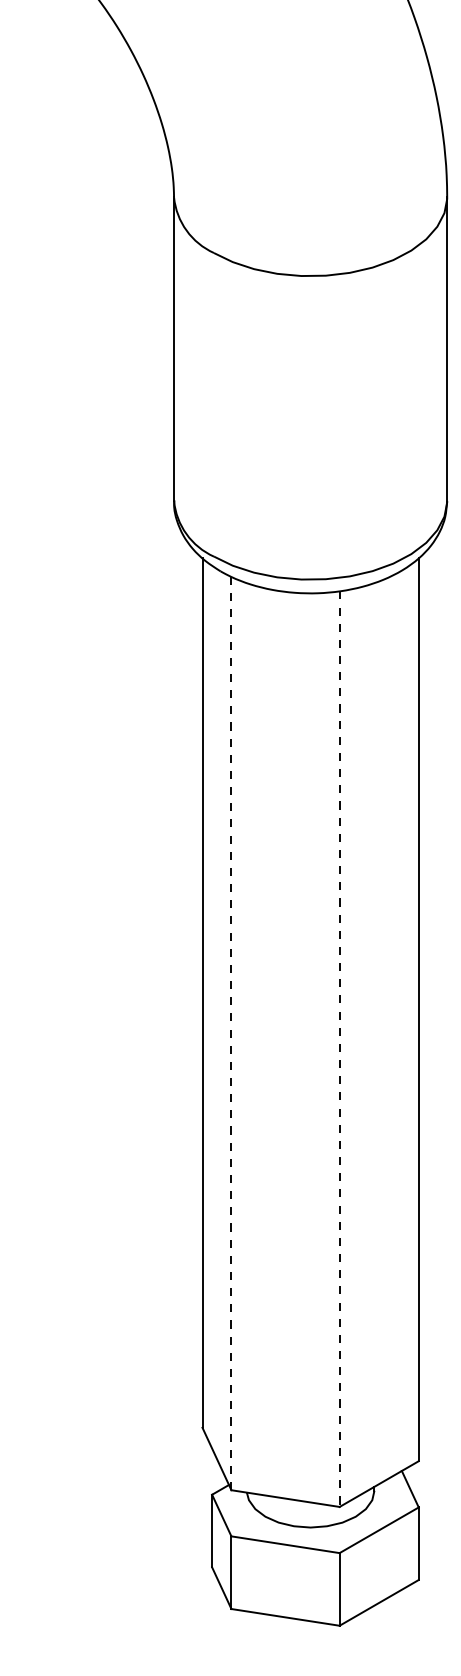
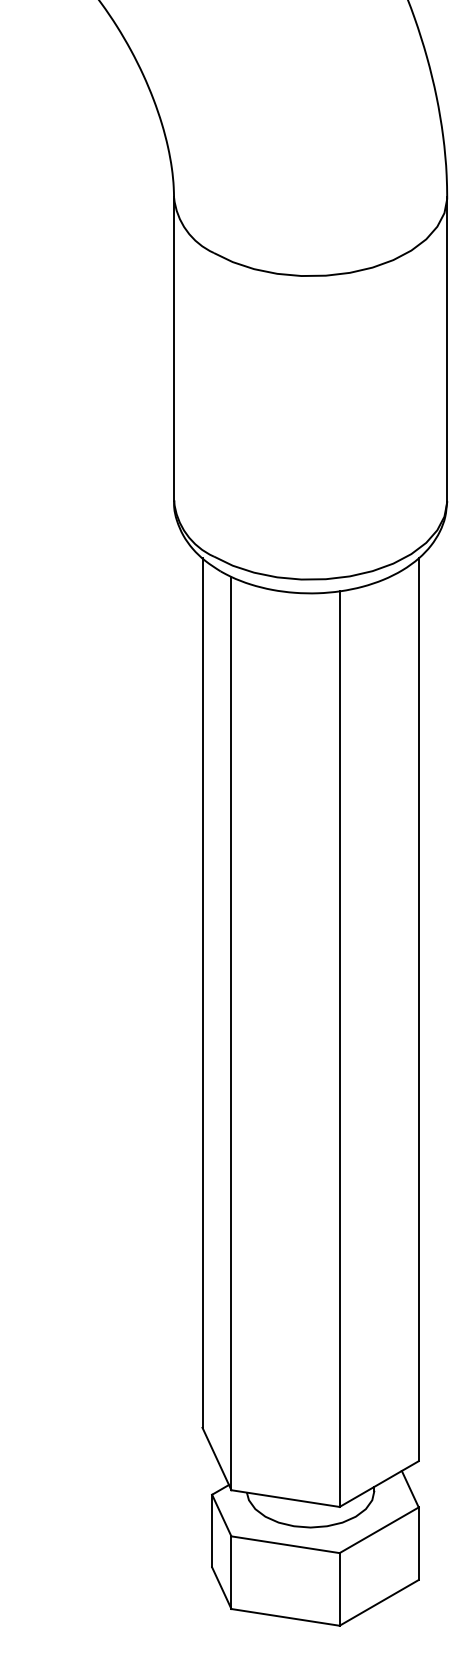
line at (231, 1033): dashed -> solid
line at (339, 1049): dashed -> solid
